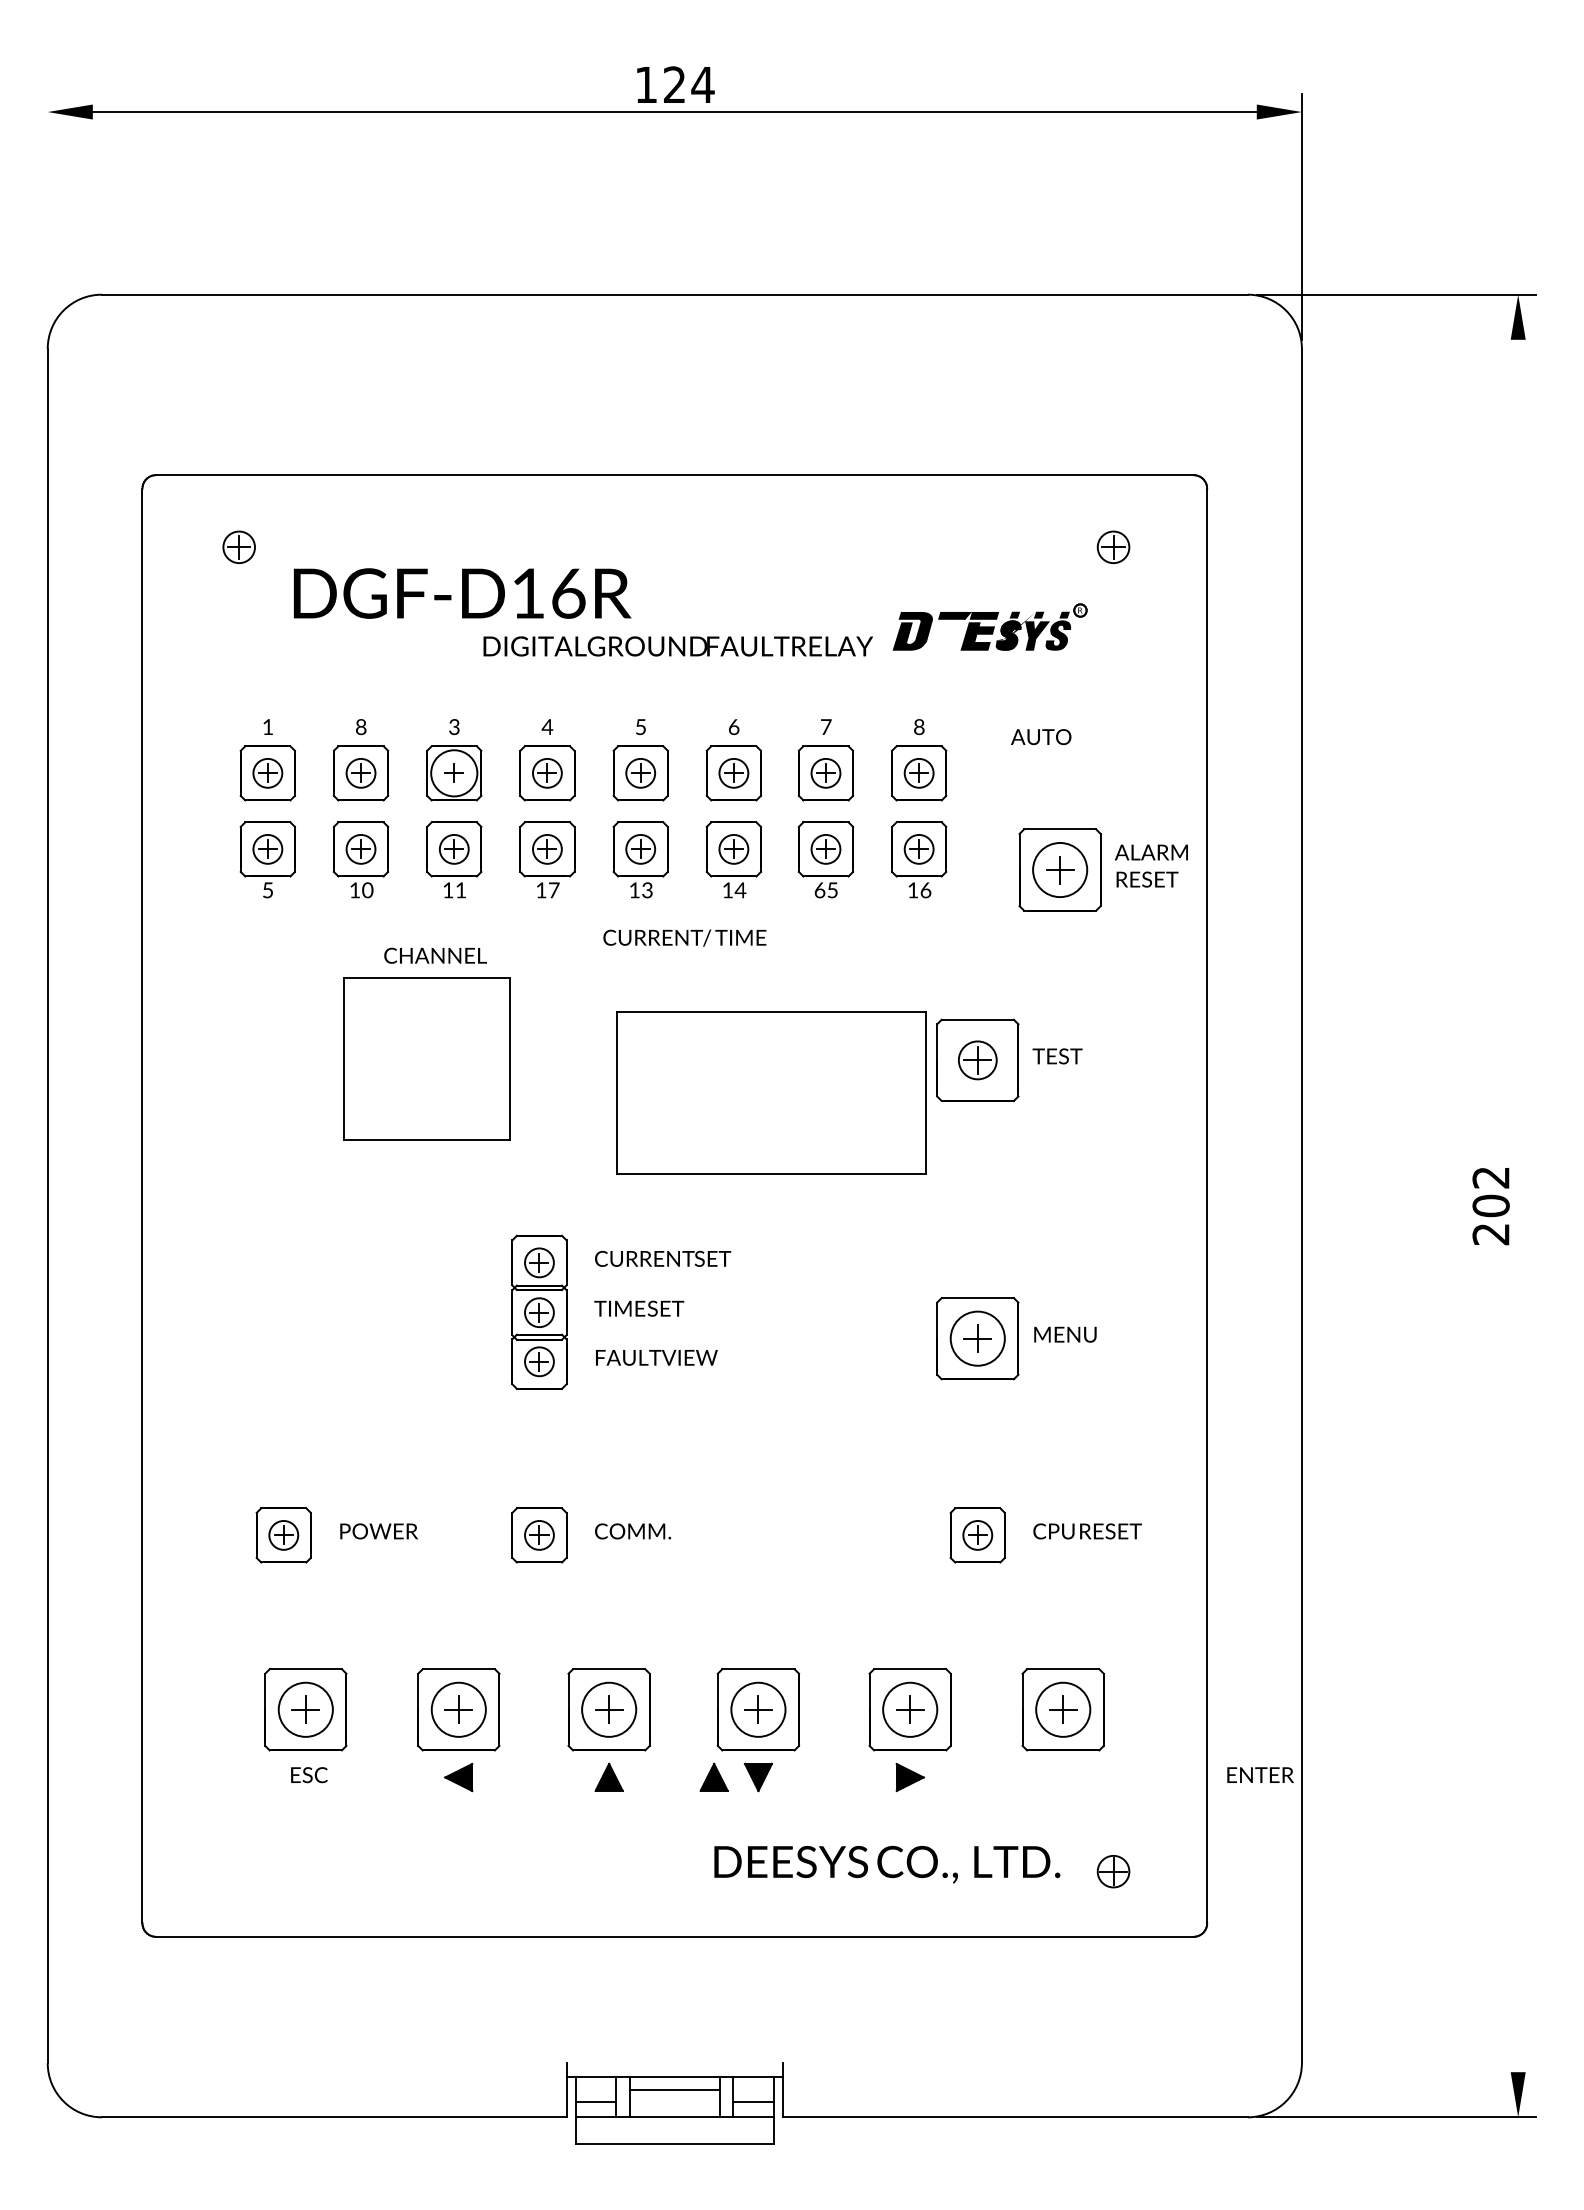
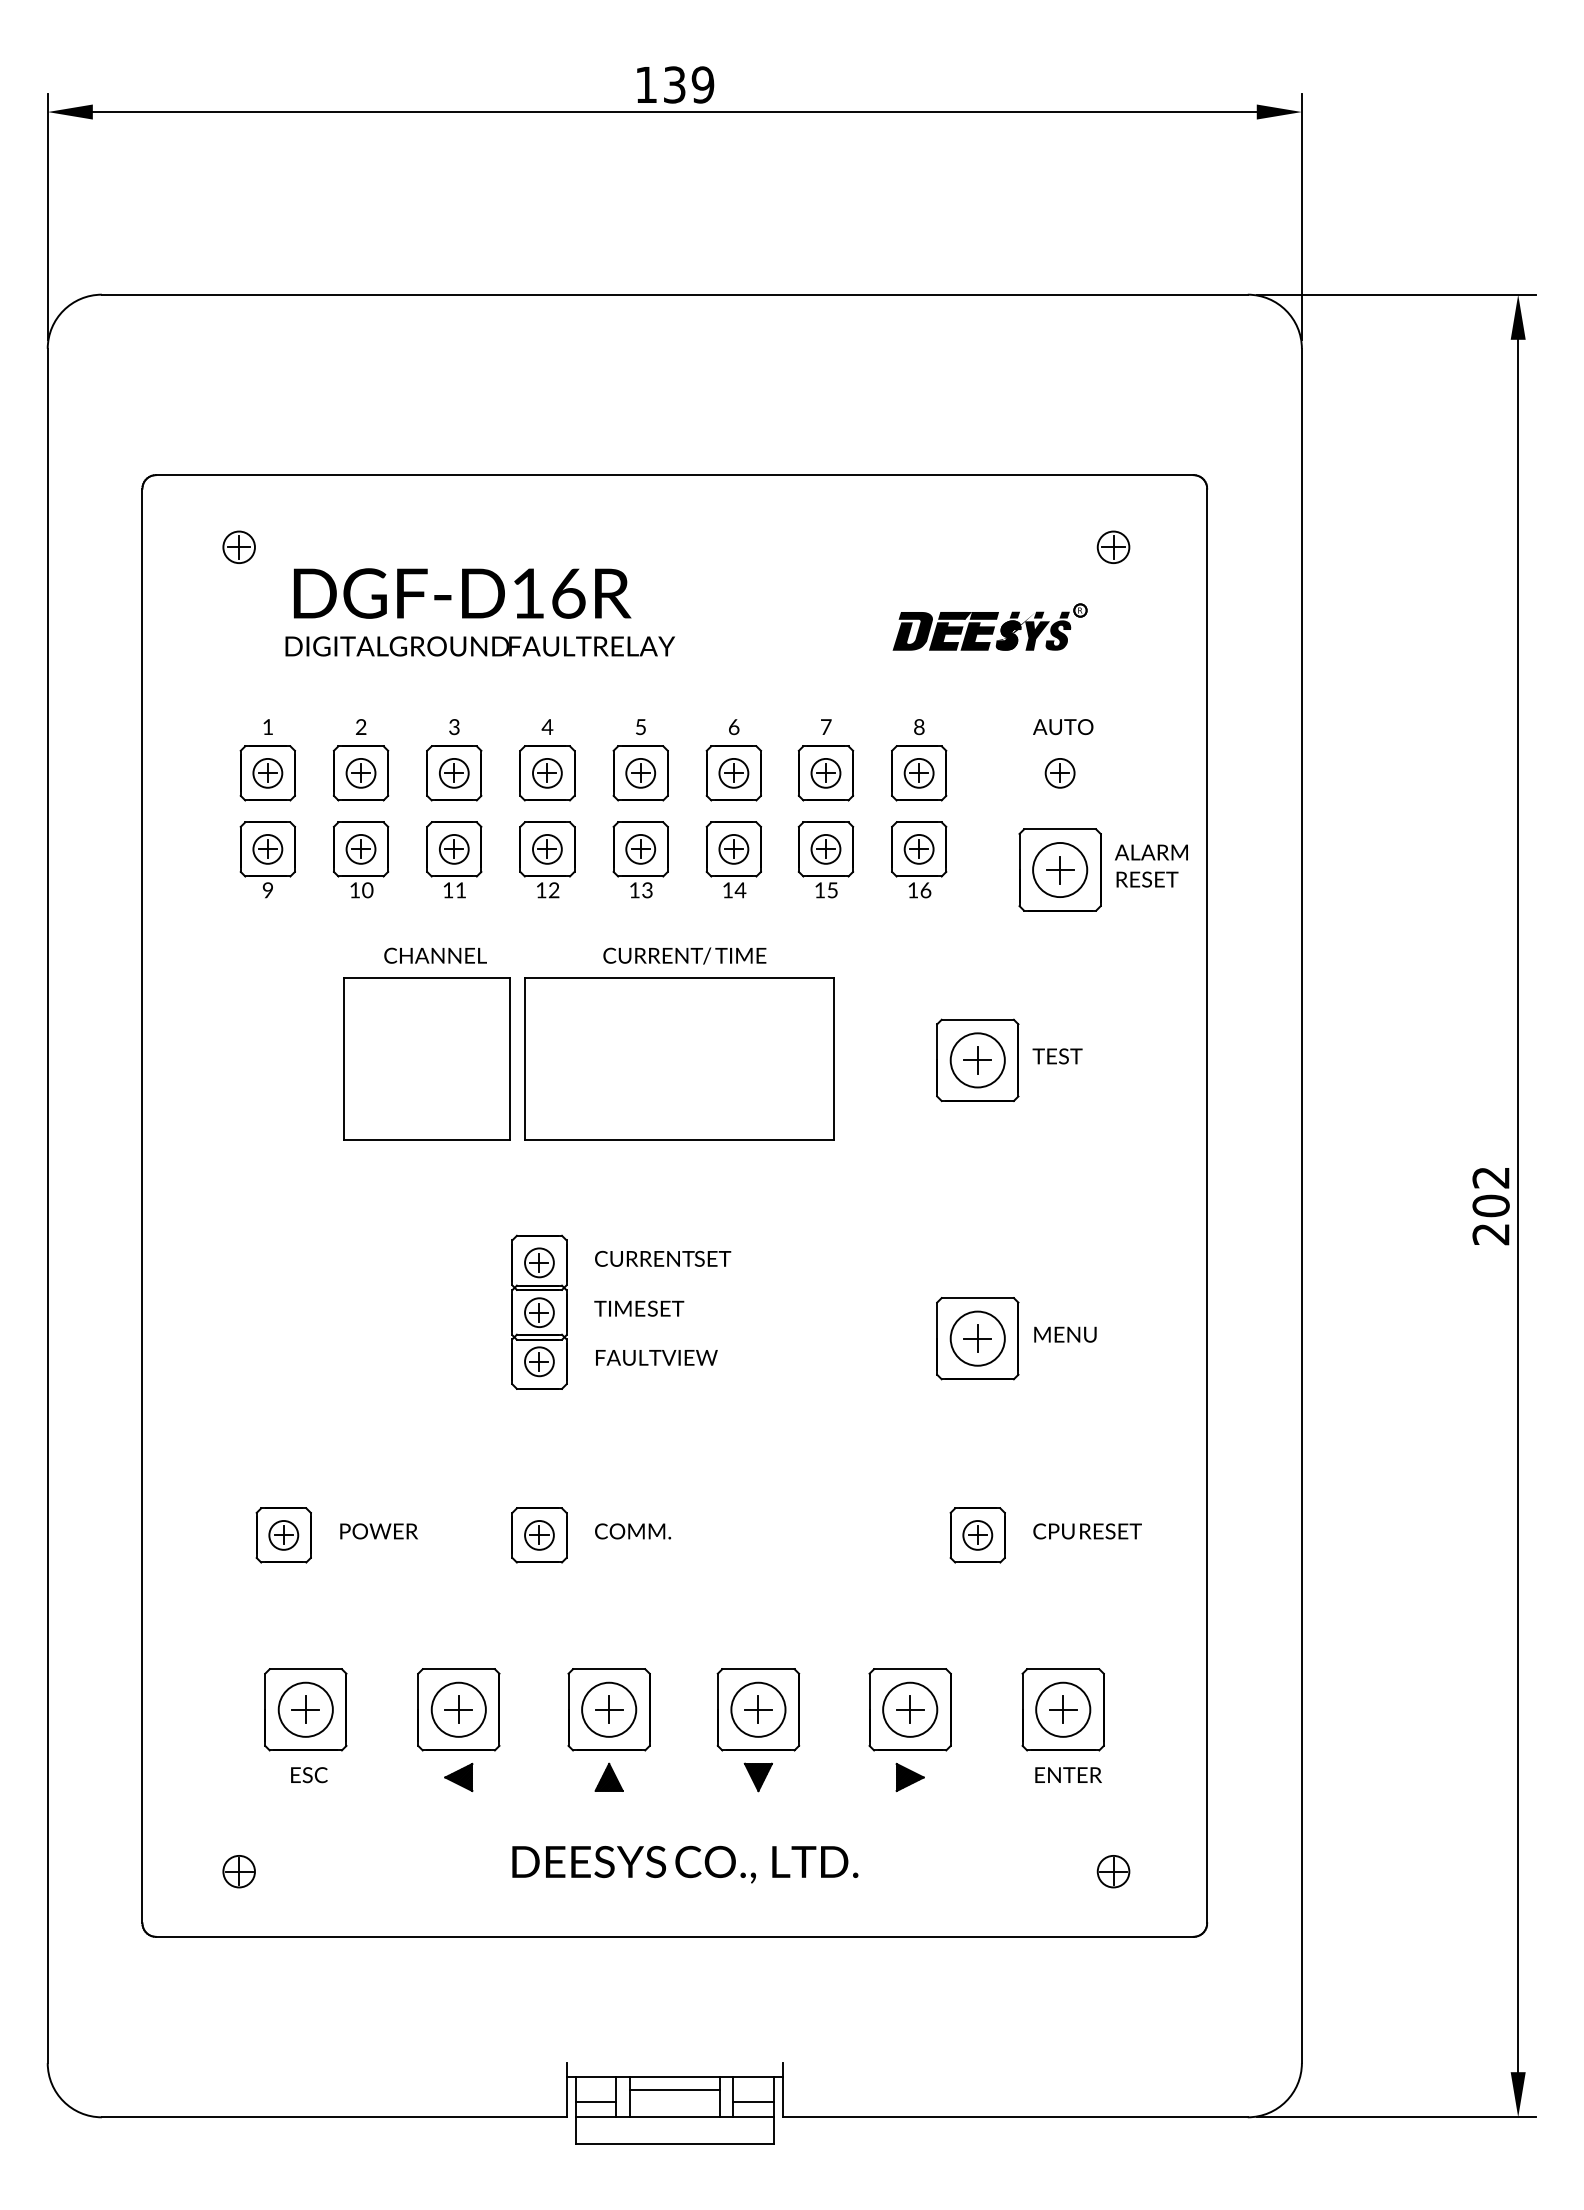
text at (689, 84): 124 -> 139
line at (47, 216): none -> present
fill at (945, 636): none -> present
text at (677, 646) position: (677, 646) -> (479, 646)
text at (360, 727): 8 -> 2
text at (1041, 737) position: (1041, 737) -> (1063, 727)
circle at (454, 773) diameter: 46 px -> 29 px
part at (1059, 773): none -> present
text at (267, 890): 5 -> 9
text at (553, 890): 17 -> 12
text at (819, 890): 65 -> 15
text at (684, 937) position: (684, 937) -> (684, 955)
circle at (977, 1060) diameter: 38 px -> 54 px
part at (771, 1092) position: (771, 1092) -> (679, 1058)
line at (1518, 1205): none -> present
text at (1260, 1774) position: (1260, 1774) -> (1068, 1774)
part at (713, 1776): present -> none
text at (887, 1864) position: (887, 1864) -> (685, 1864)
part at (238, 1871): none -> present
